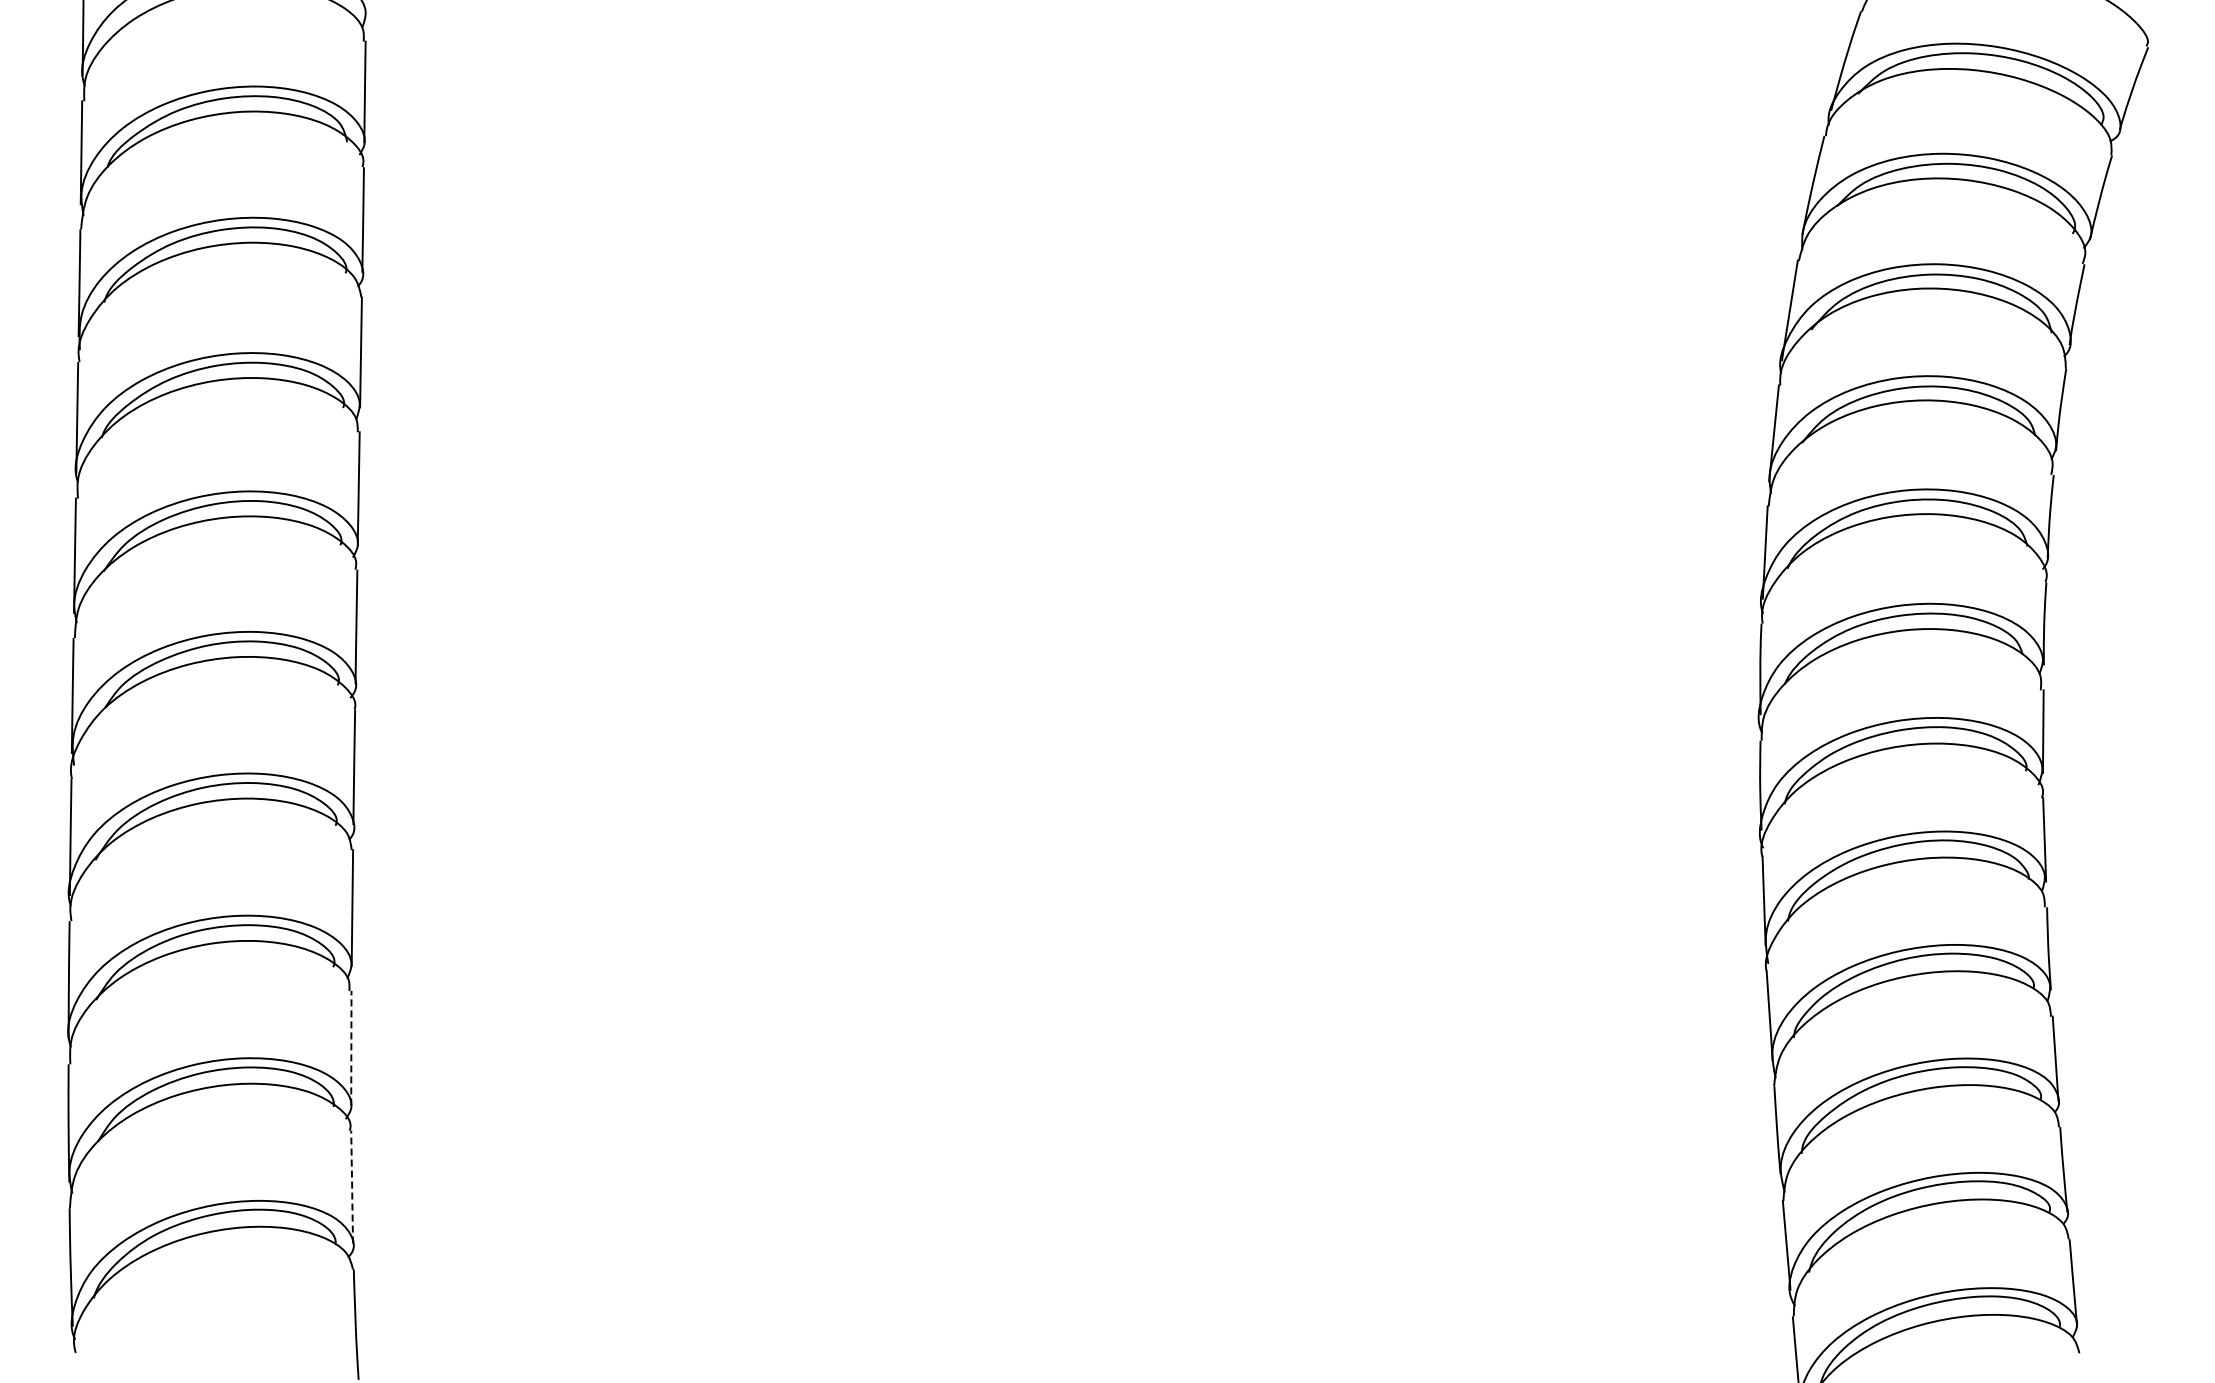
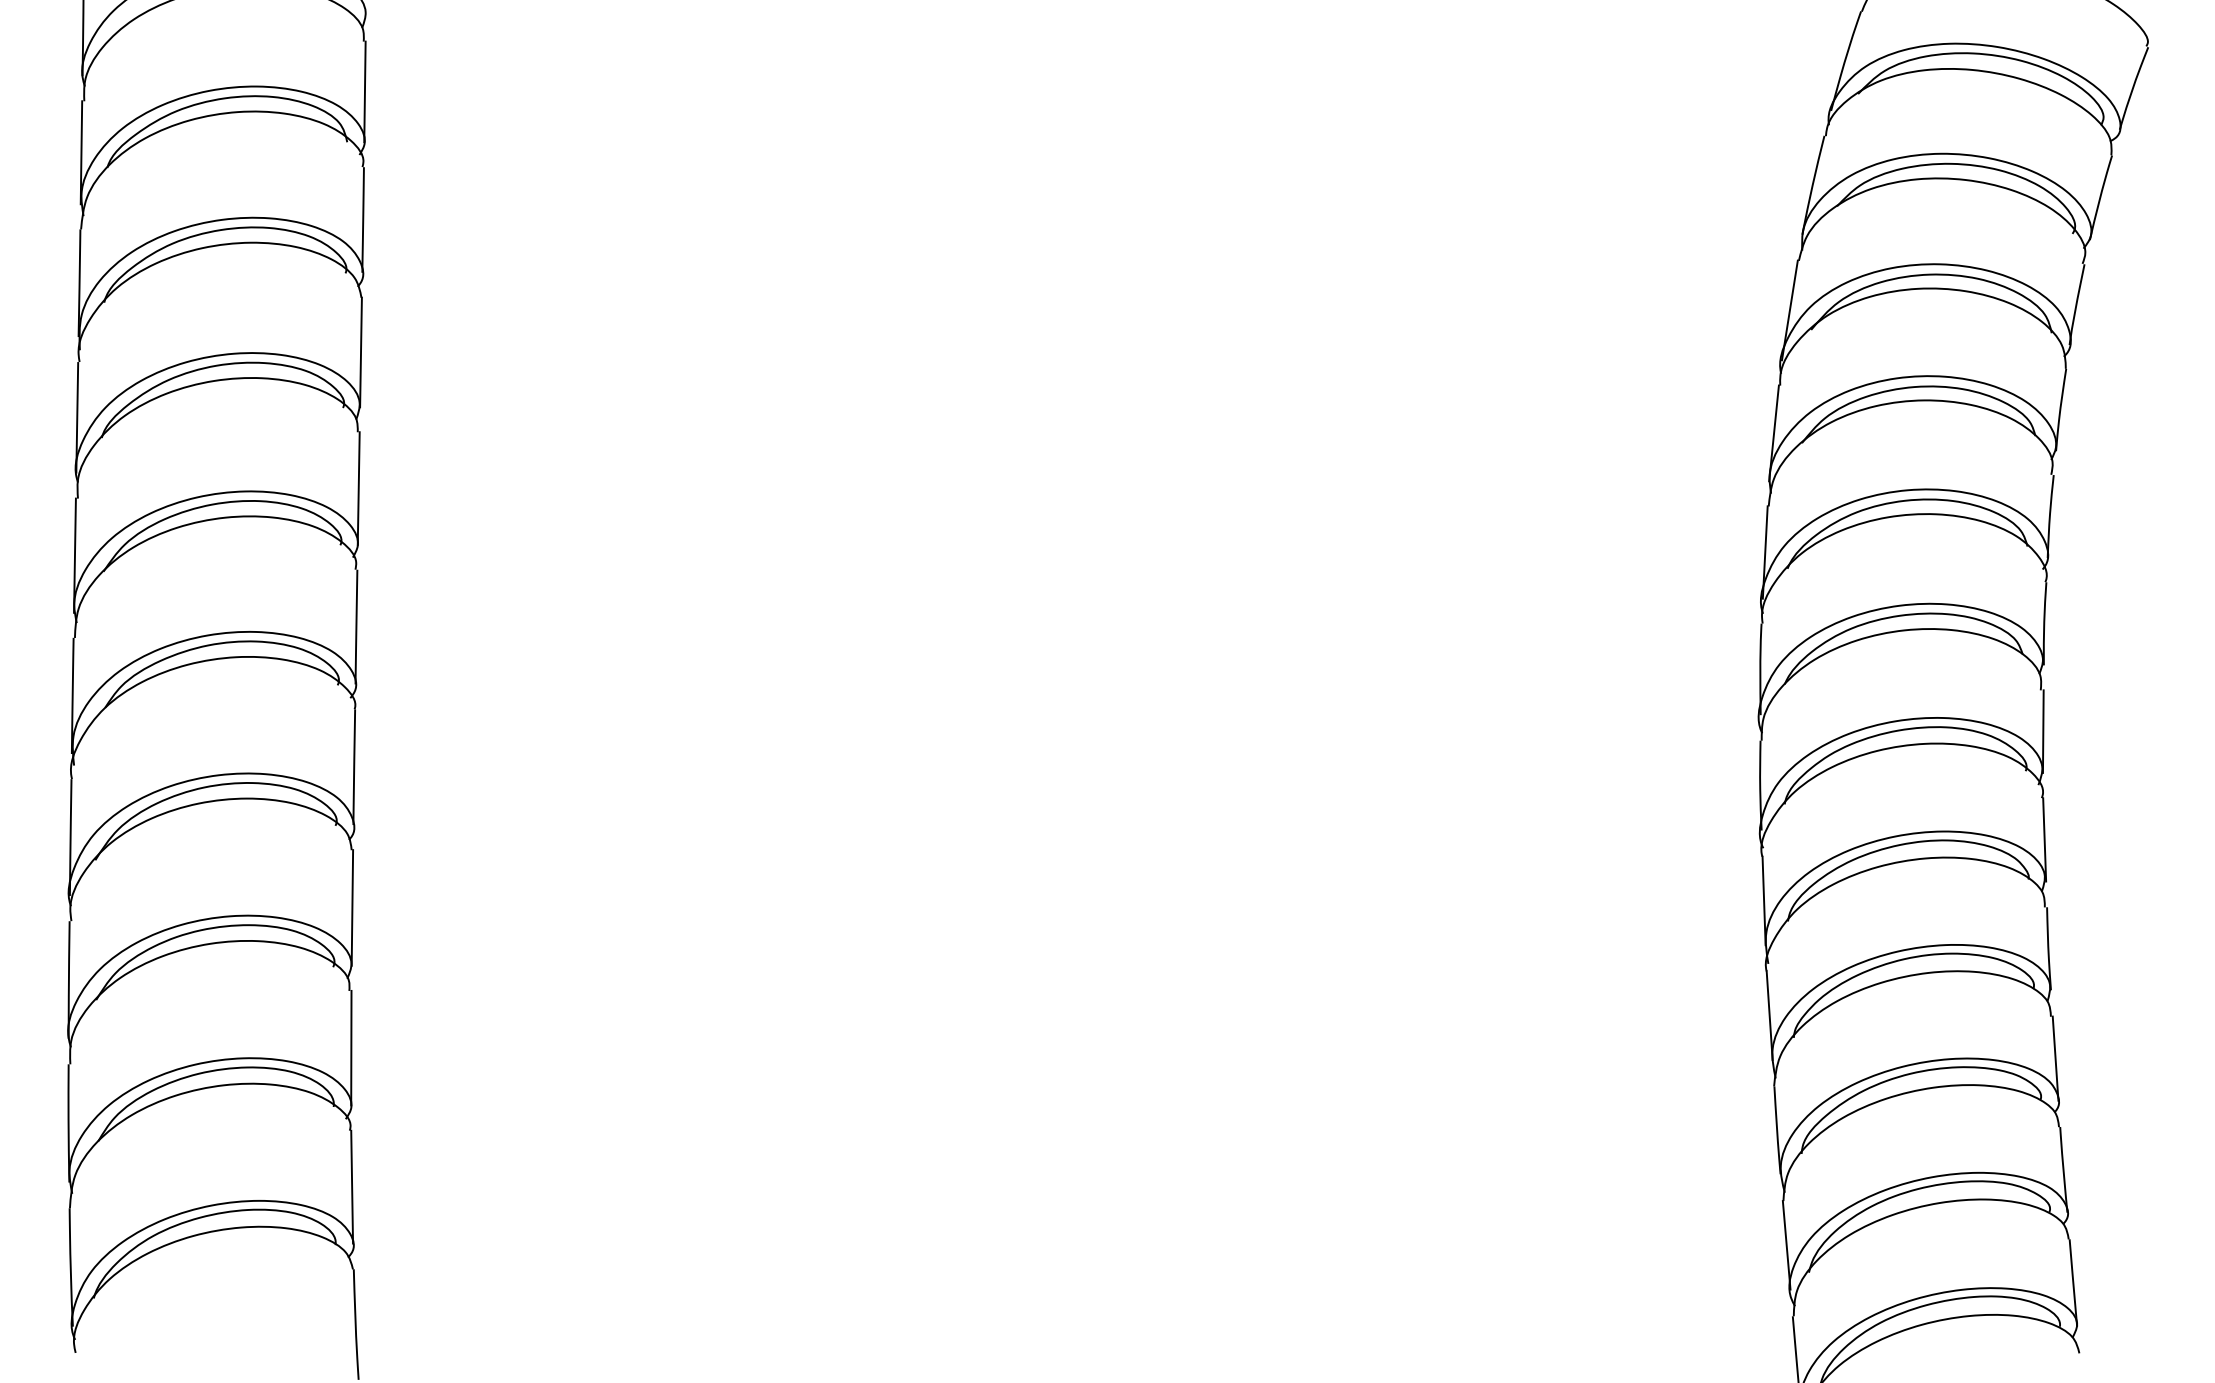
line at (351, 1047): dashed -> solid
line at (352, 1186): dashed -> solid
